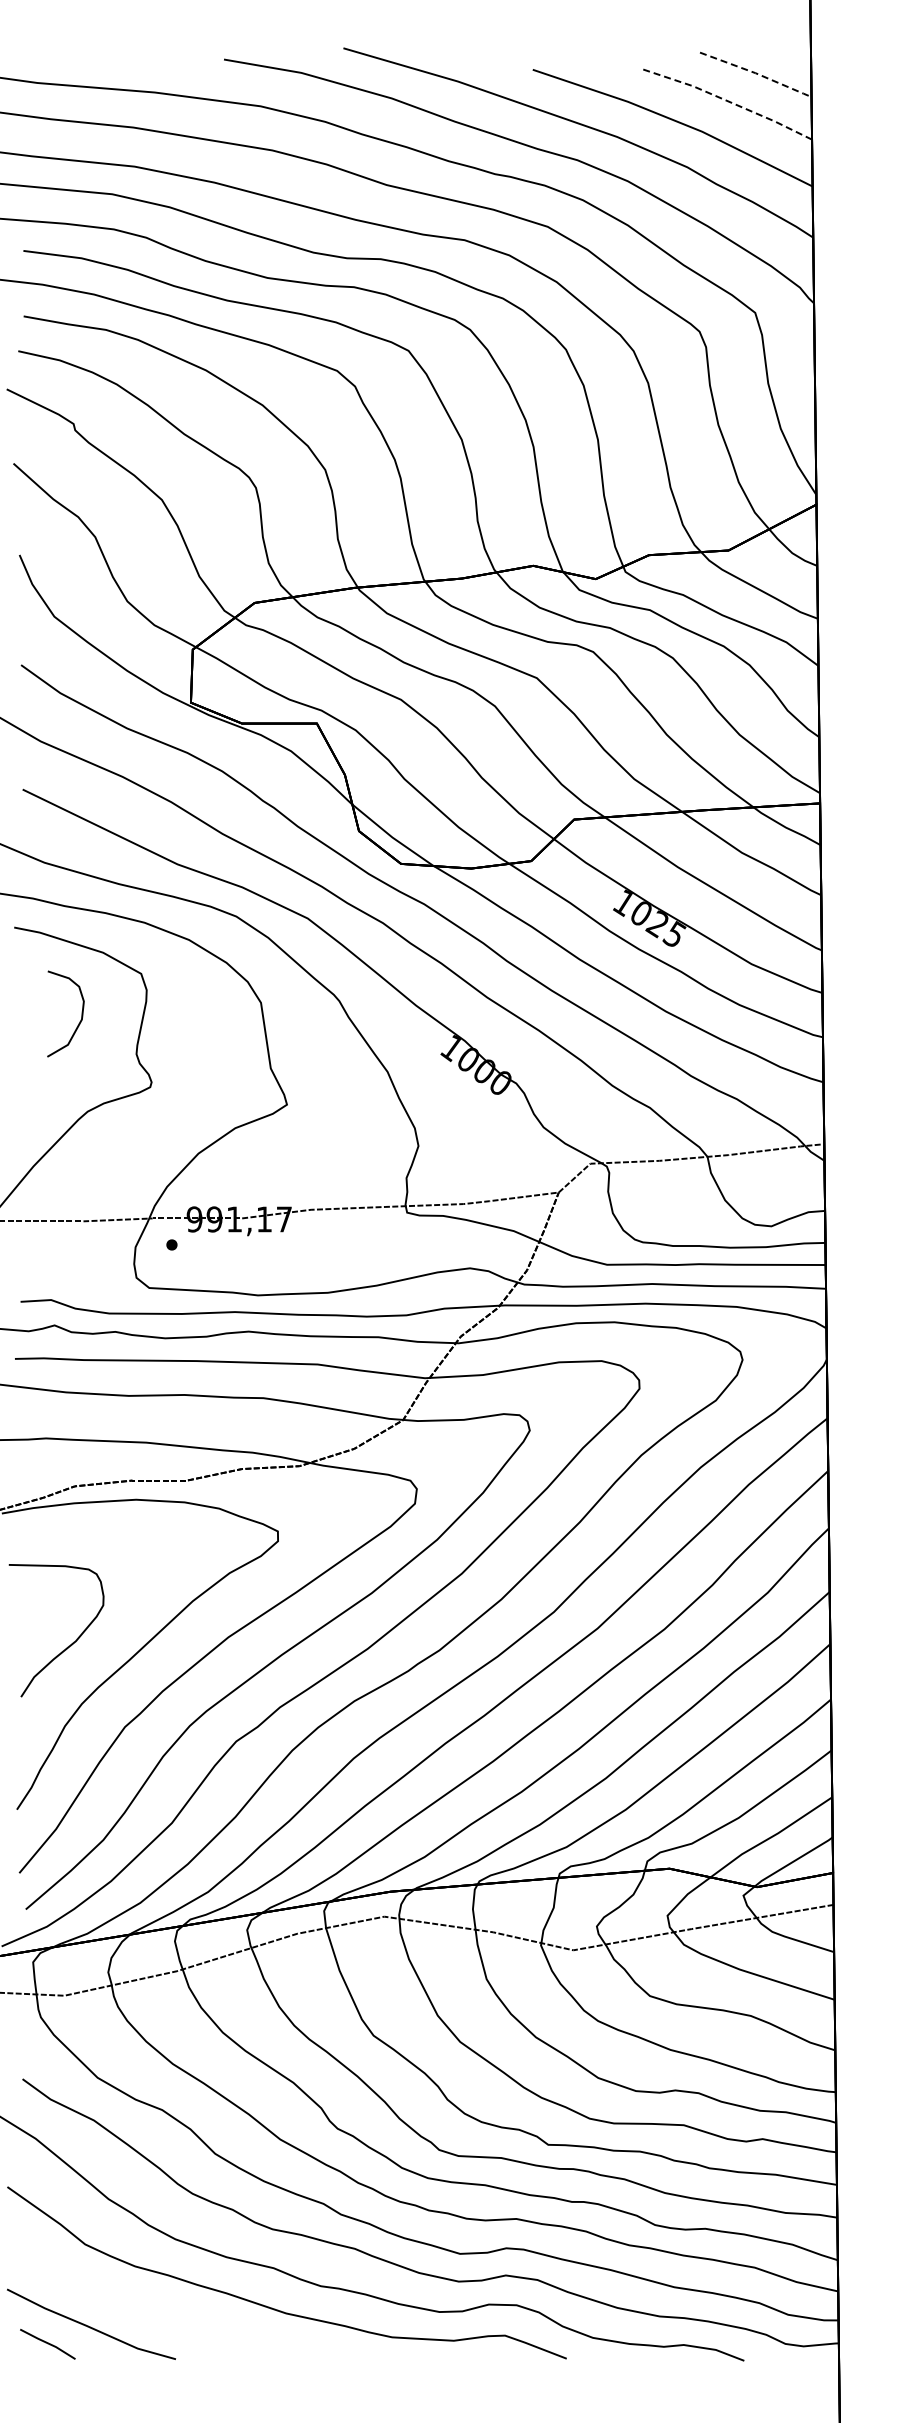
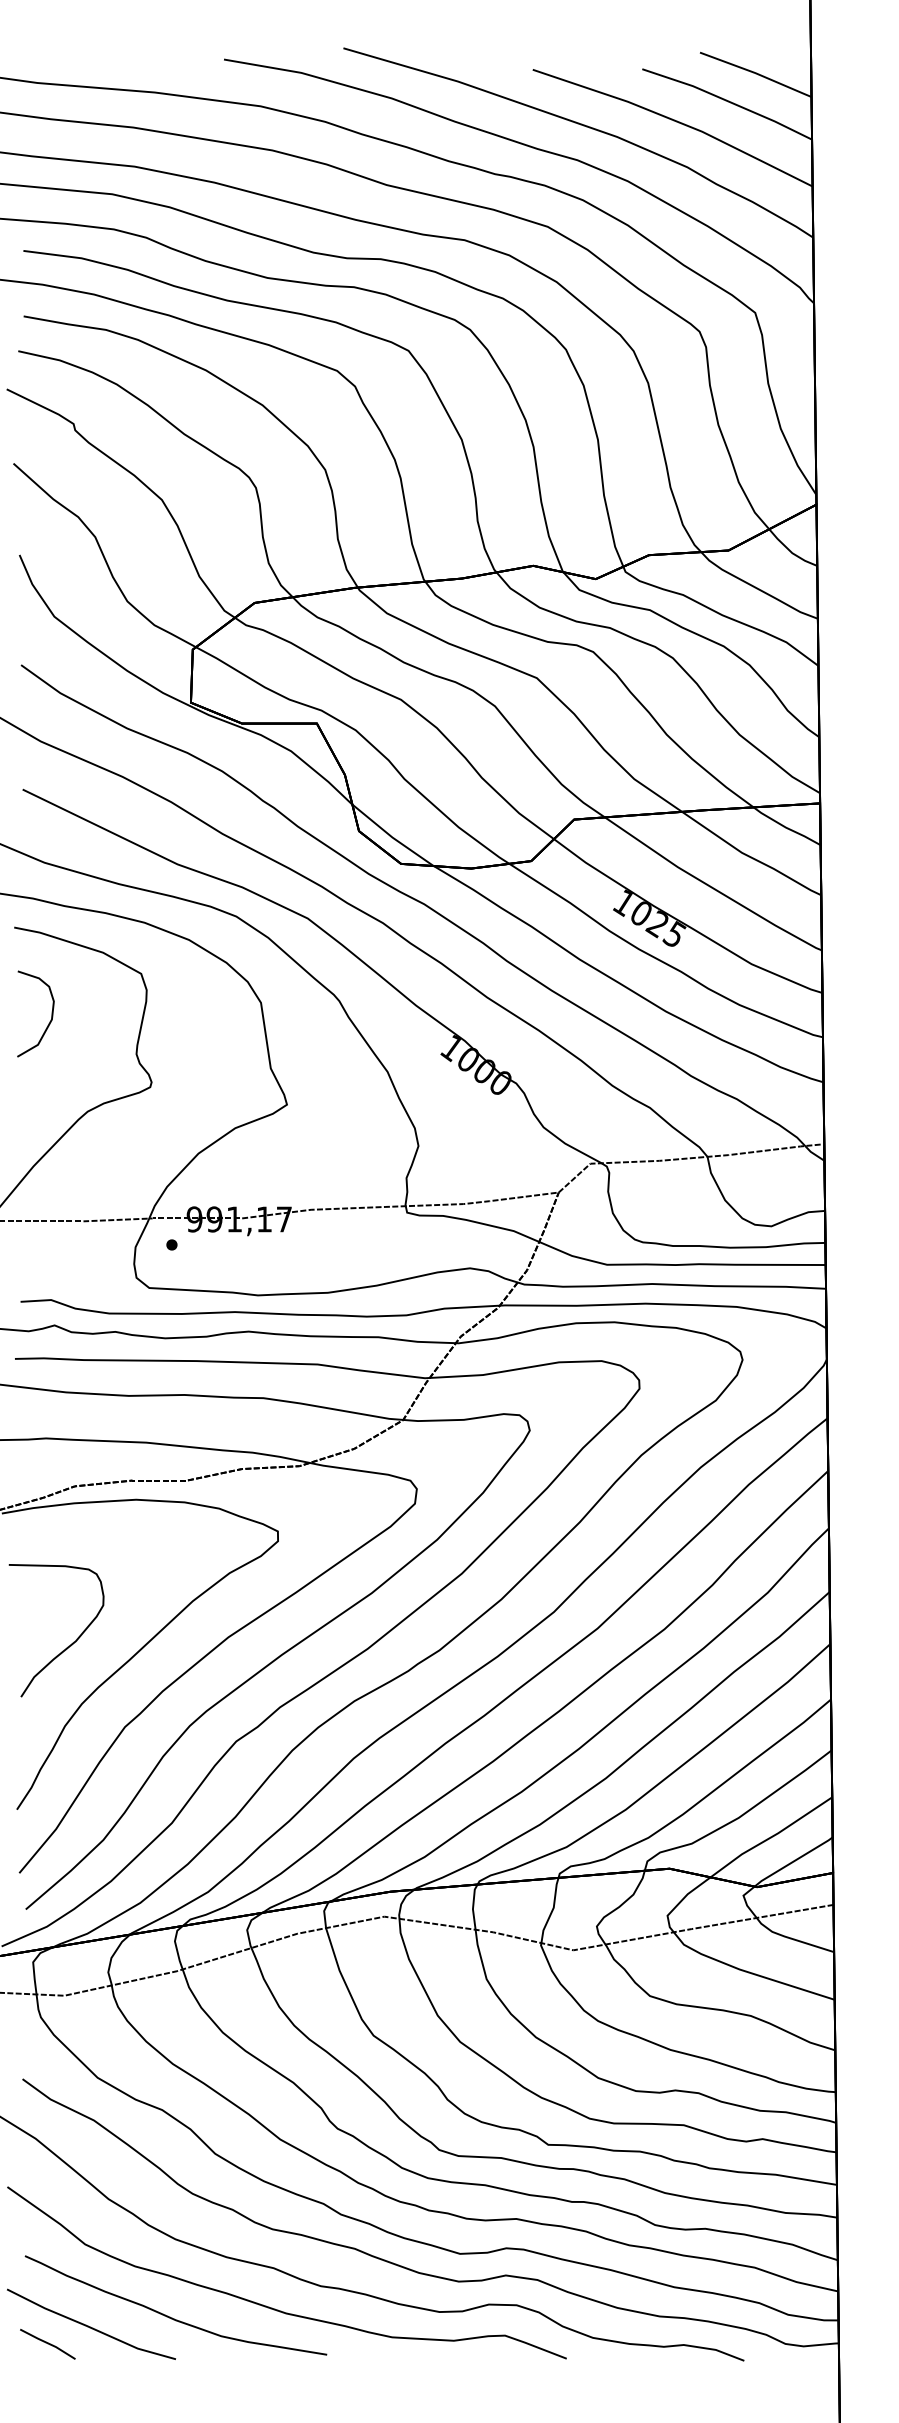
line at (756, 73): dashed -> solid
line at (728, 101): dashed -> solid
curve at (81, 1013) position: (81, 1013) -> (51, 1013)
curve at (170, 2316): none -> present
